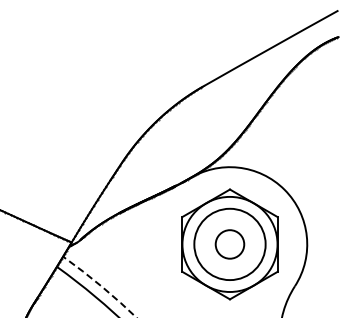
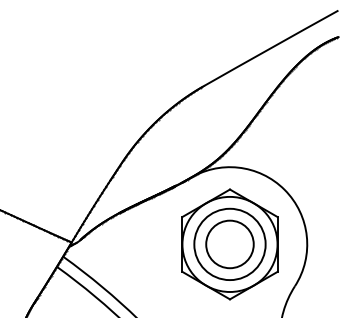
circle at (229, 244) diameter: 29 px -> 48 px
arc at (101, 286): dashed -> solid
